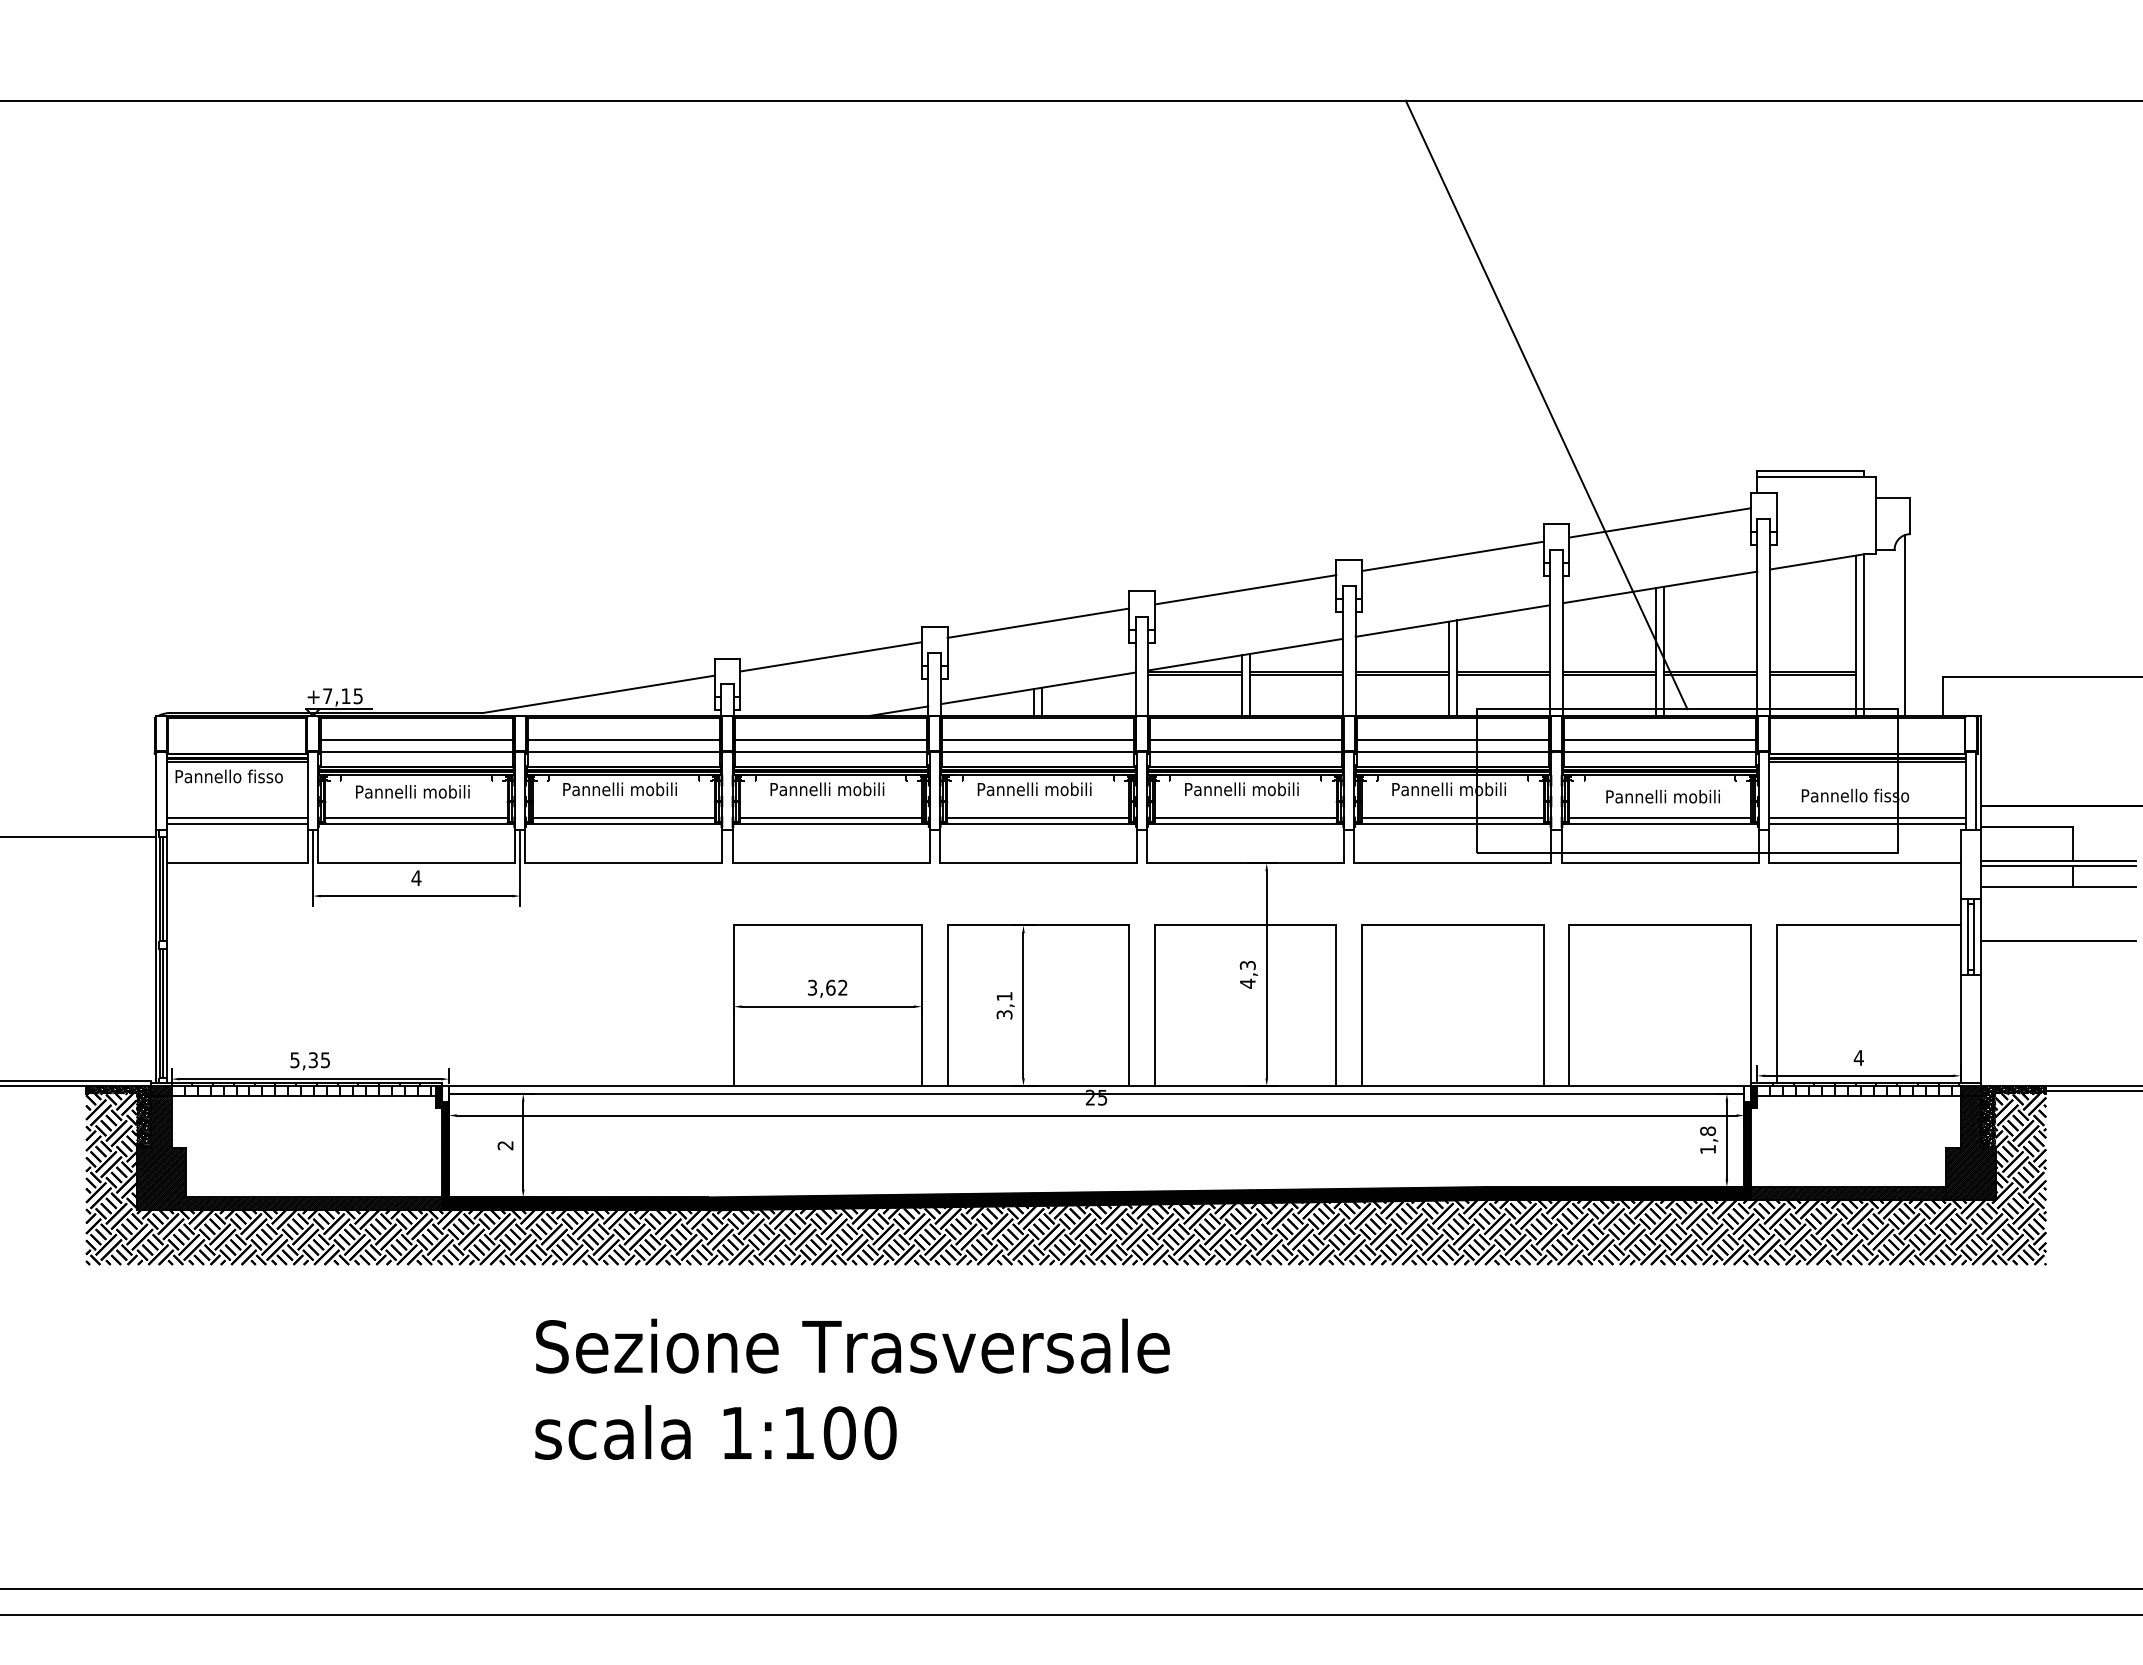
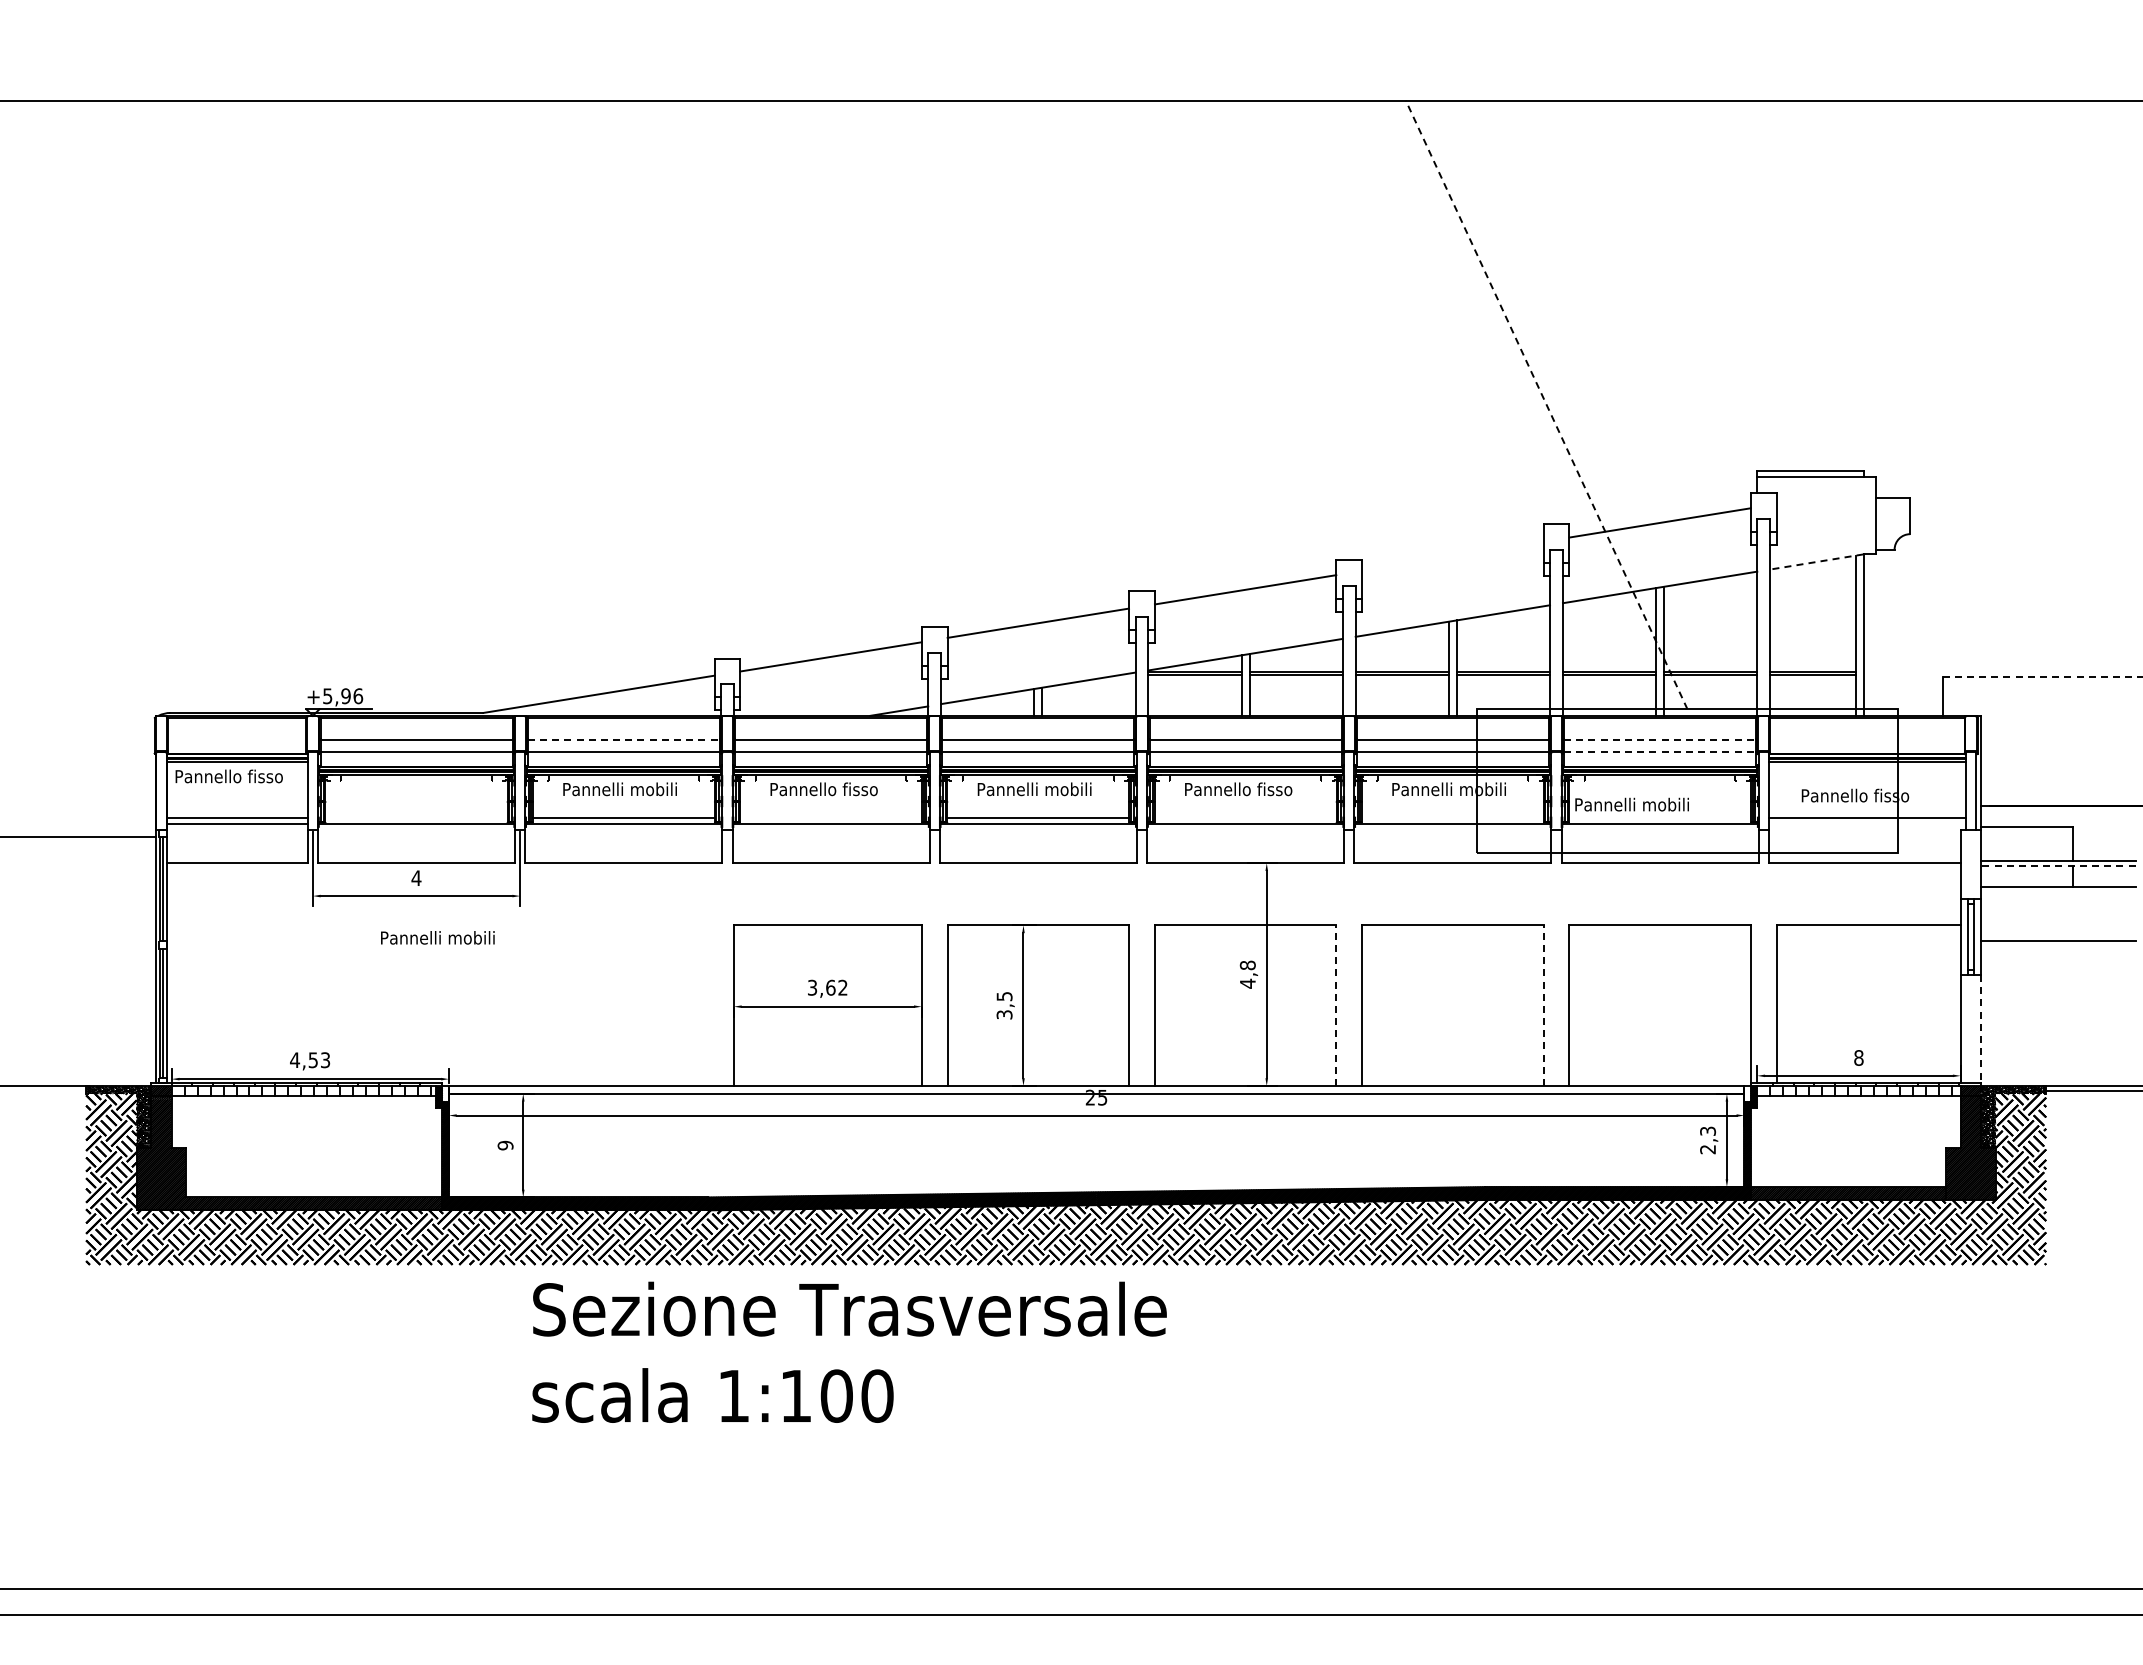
line at (1546, 404): solid -> dashed
line at (1452, 555): present -> none
line at (1816, 562): solid -> dashed
line at (1904, 625): present -> none
line at (2042, 676): solid -> dashed
text at (343, 696): +7,15 -> +5,96
line at (624, 740): solid -> dashed
line at (1660, 740): solid -> dashed
line at (1660, 751): solid -> dashed
text at (856, 789): Pannelli mobili -> Pannello fisso
text at (1270, 789): Pannelli mobili -> Pannello fisso
text at (412, 791) position: (412, 791) -> (437, 937)
text at (1662, 796) position: (1662, 796) -> (1631, 804)
line at (416, 818): present -> none
line at (830, 818): present -> none
line at (1245, 818): present -> none
line at (1452, 818): present -> none
line at (1660, 818): present -> none
line at (1866, 823): present -> none
line at (2057, 865): solid -> dashed
text at (1247, 965): 4,3 -> 4,8
text at (1004, 996): 3,1 -> 3,5
line at (1336, 1005): solid -> dashed
line at (1543, 1005): solid -> dashed
line at (1981, 1037): solid -> dashed
text at (1858, 1057): 4 -> 8
text at (310, 1060): 5,35 -> 4,53
line at (76, 1080): present -> none
text at (1707, 1140): 1,8 -> 2,3
text at (505, 1145): 2 -> 9
text at (852, 1388) position: (852, 1388) -> (849, 1351)
